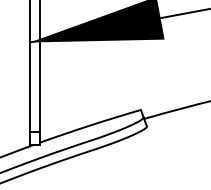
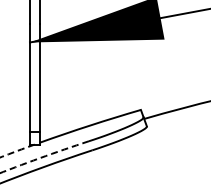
arc at (17, 151): solid -> dashed
arc at (43, 156): solid -> dashed
